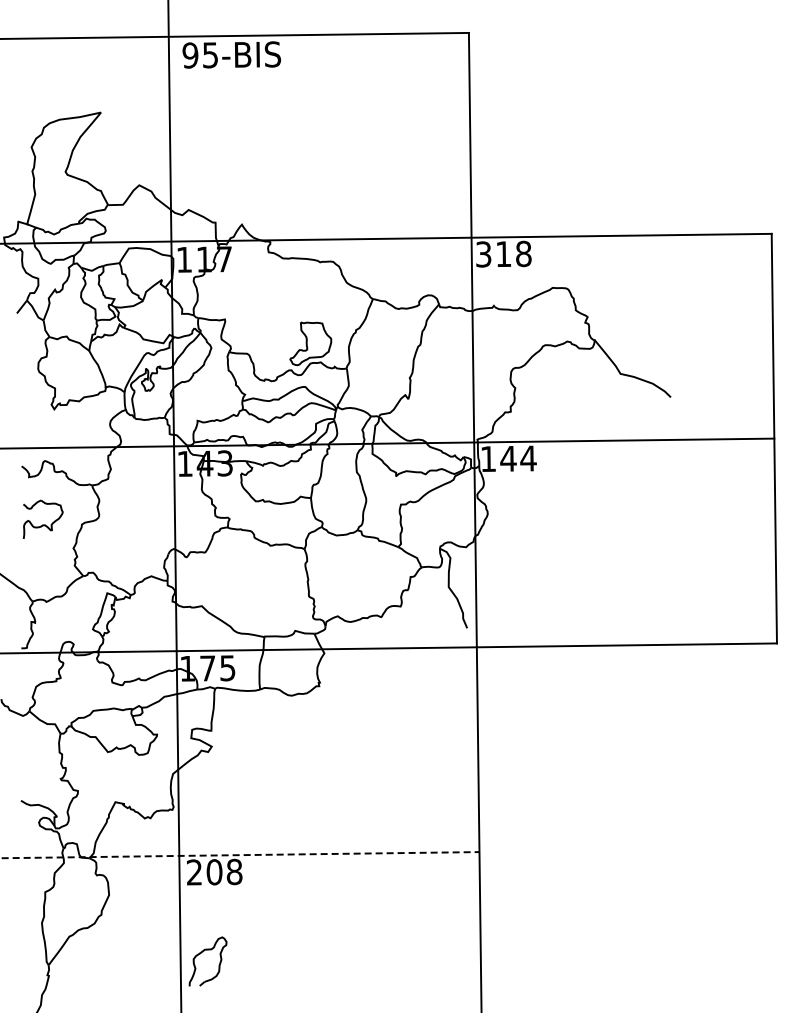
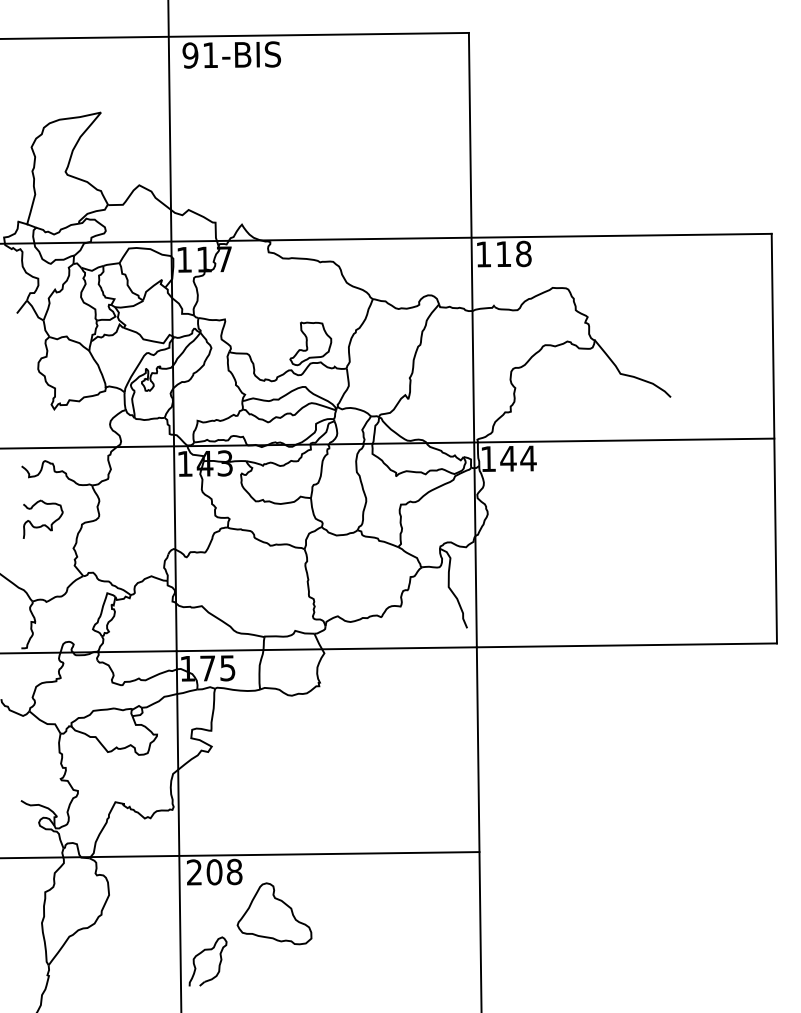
text at (210, 55): 95-BIS -> 91-BIS
text at (483, 254): 318 -> 118
line at (240, 855): dashed -> solid
part at (274, 913): none -> present
